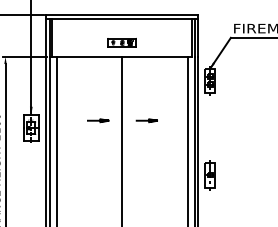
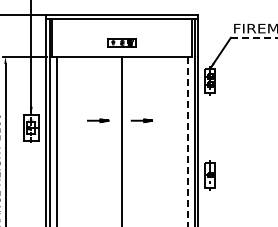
line at (254, 37): solid -> dashed
curve at (146, 120) position: (146, 120) -> (141, 120)
line at (187, 141): solid -> dashed
